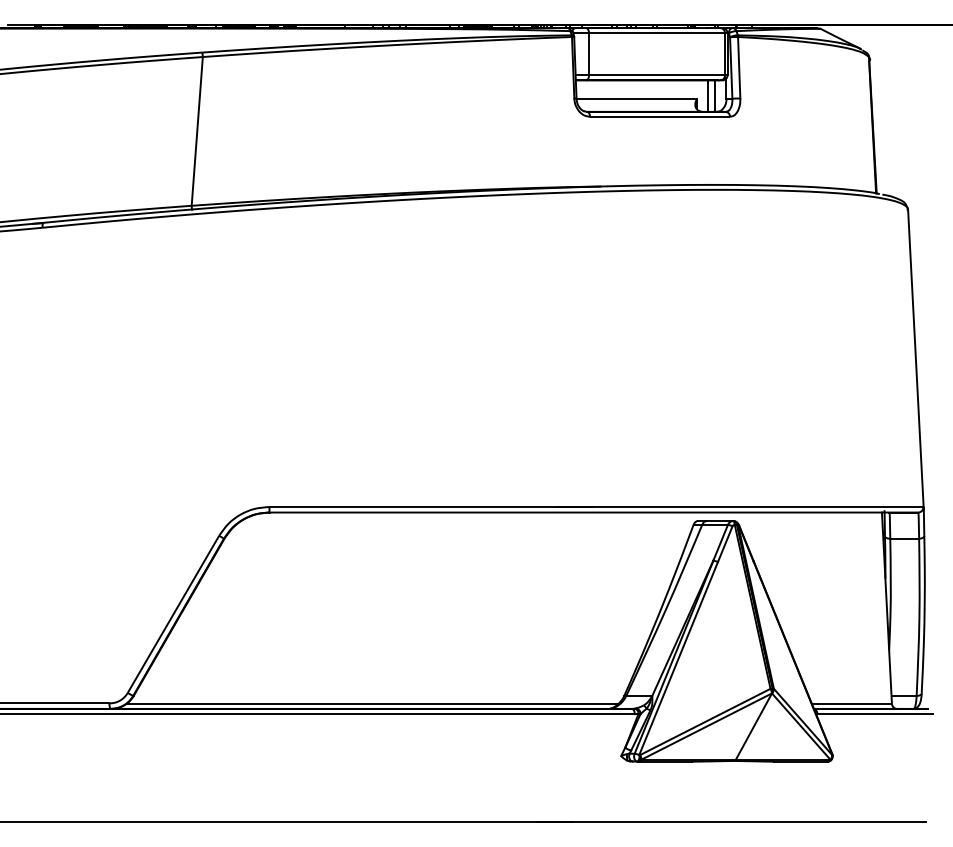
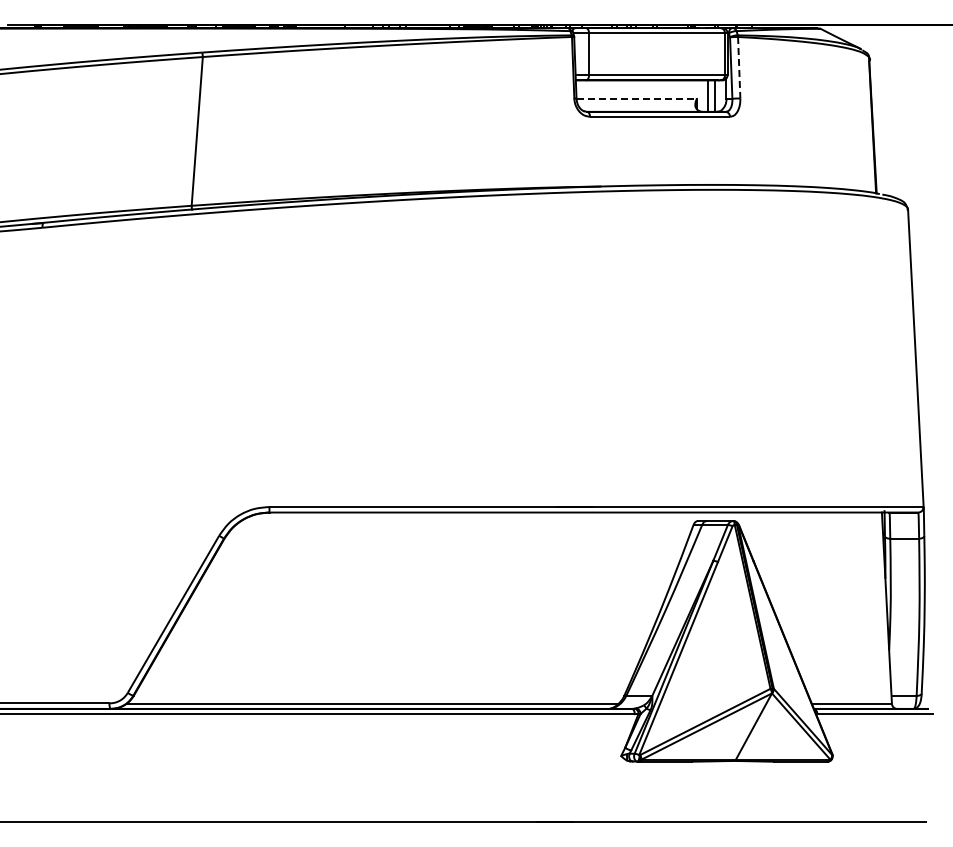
line at (739, 67): solid -> dashed
line at (637, 98): solid -> dashed
